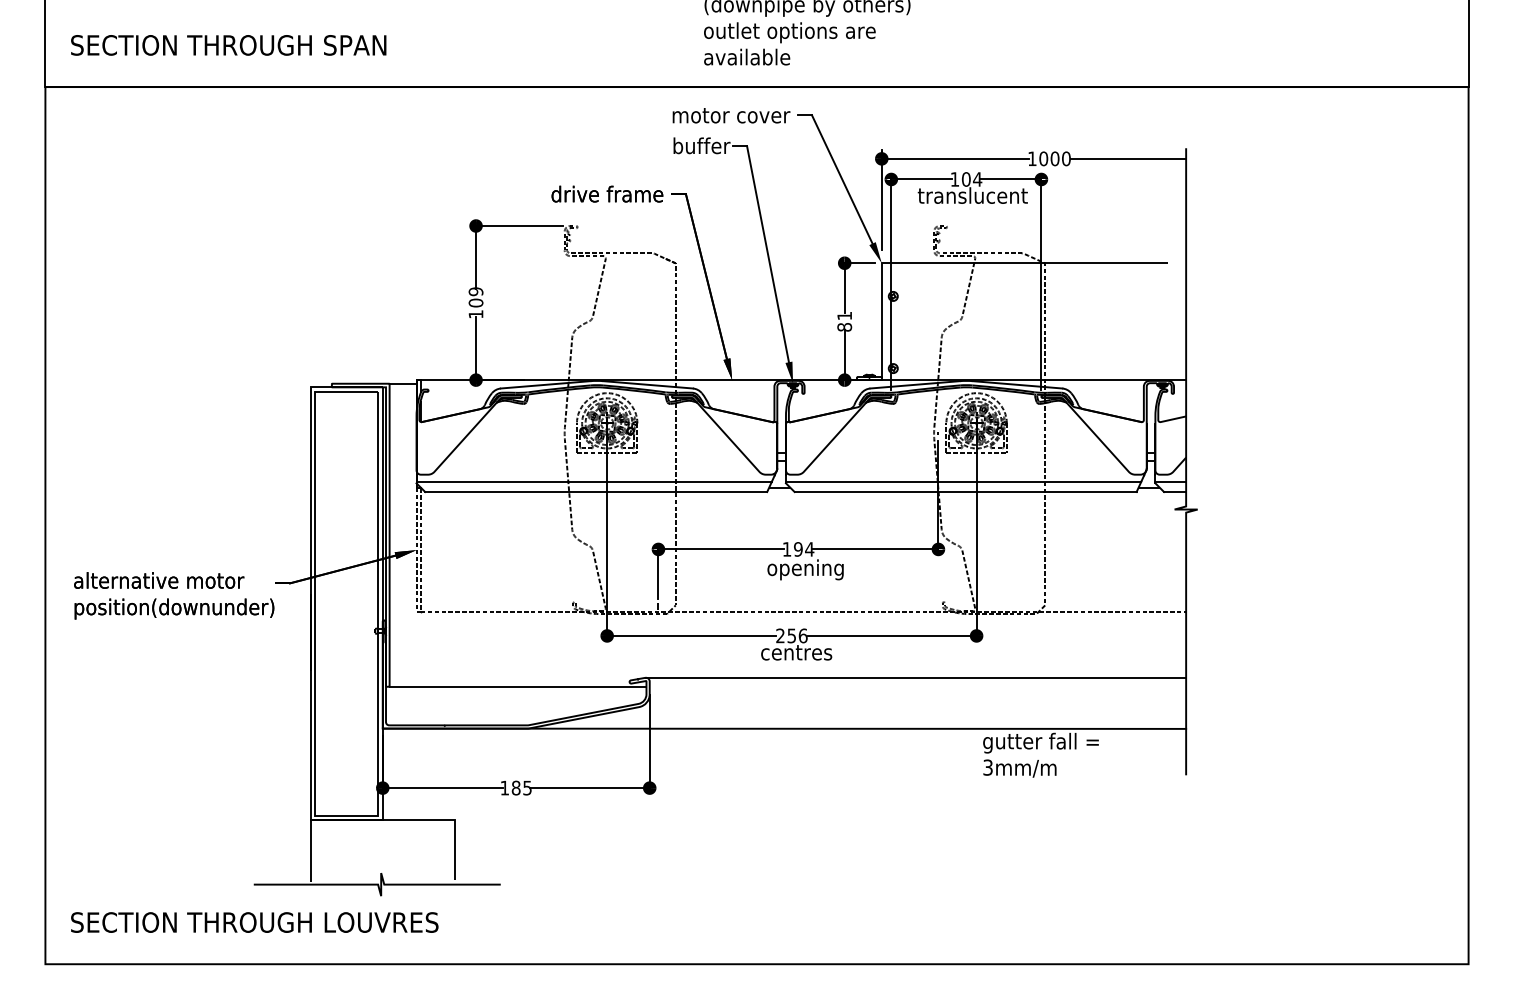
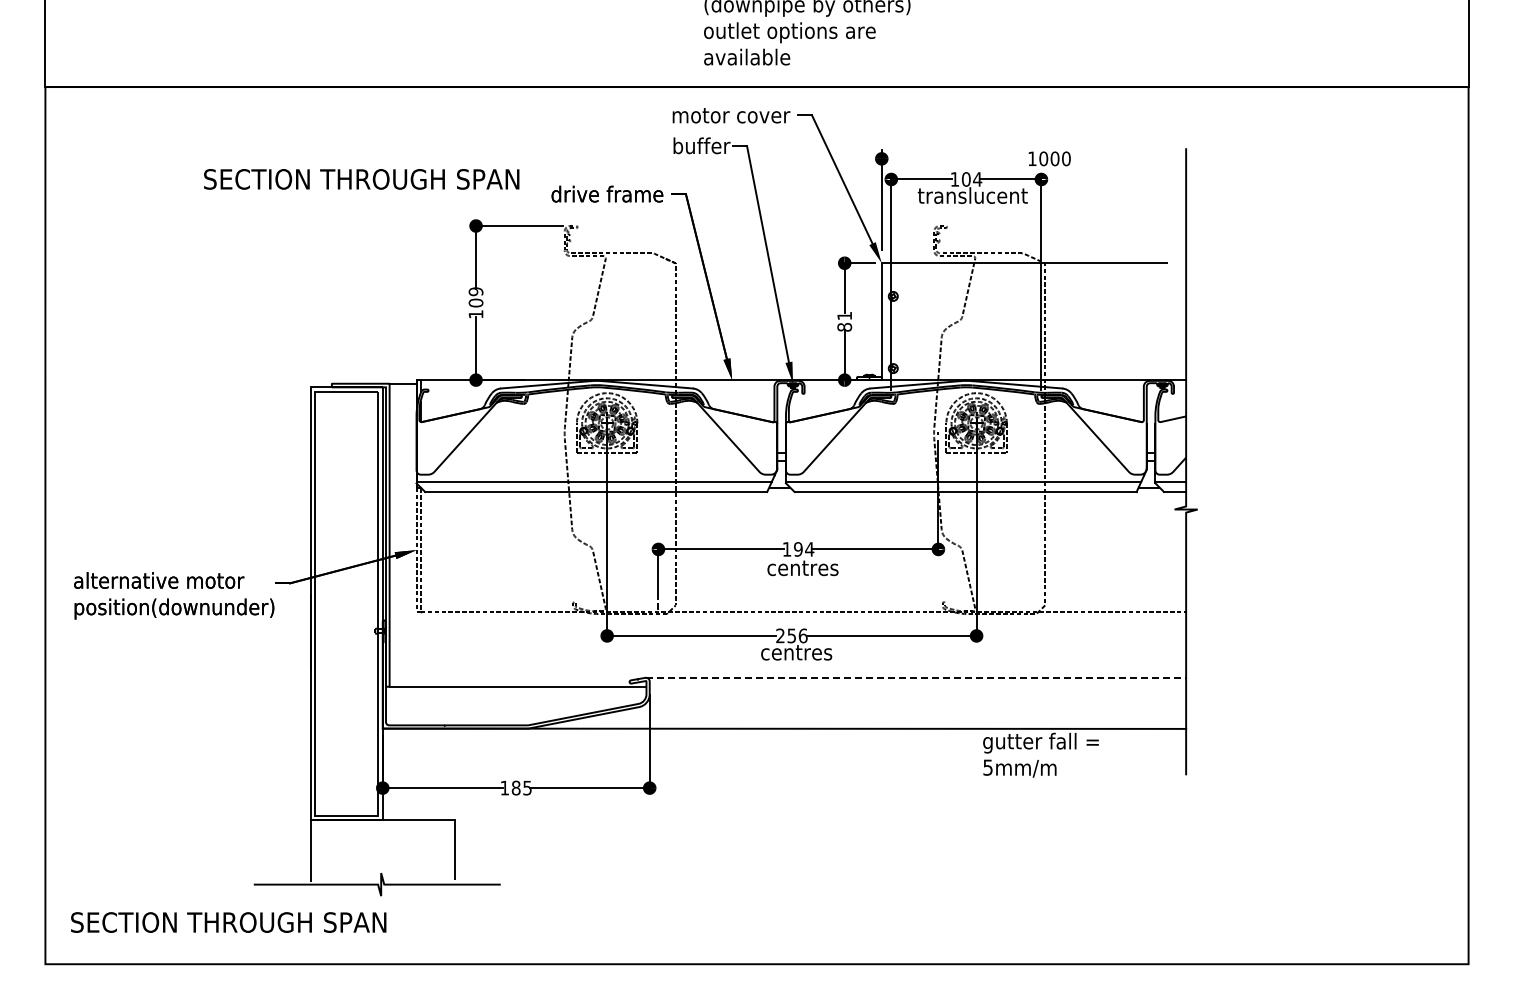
text at (228, 45) position: (228, 45) -> (361, 179)
line at (955, 158): present -> none
line at (1128, 158): present -> none
text at (805, 569): opening -> centres
line at (916, 677): solid -> dashed
text at (987, 766): 3mm/m -> 5mm/m
text at (381, 922): SECTION THROUGH LOUVRES -> SECTION THROUGH SPAN
